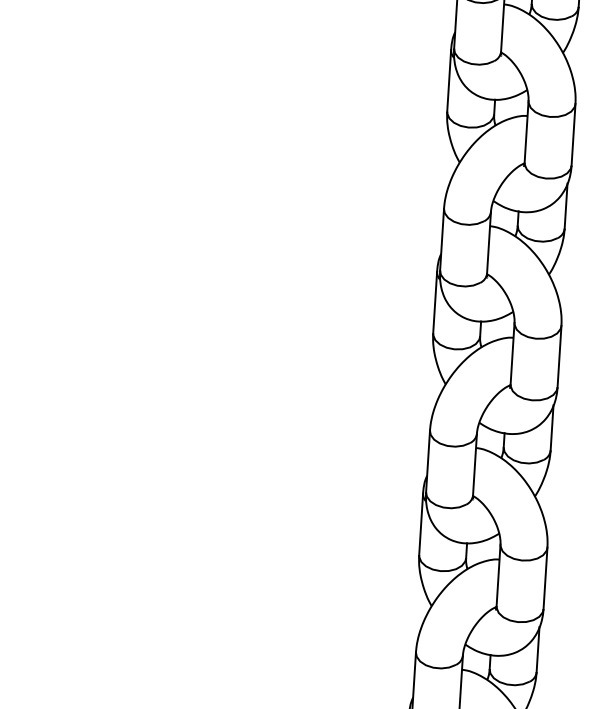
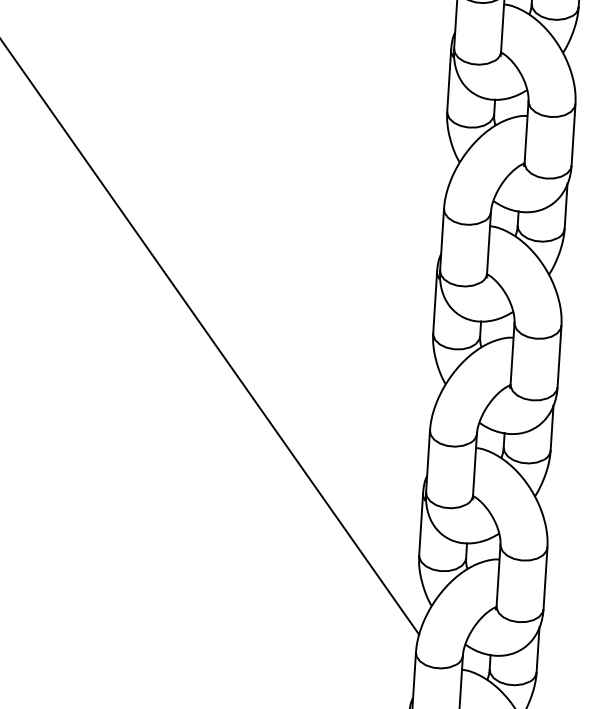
line at (210, 337): none -> present
